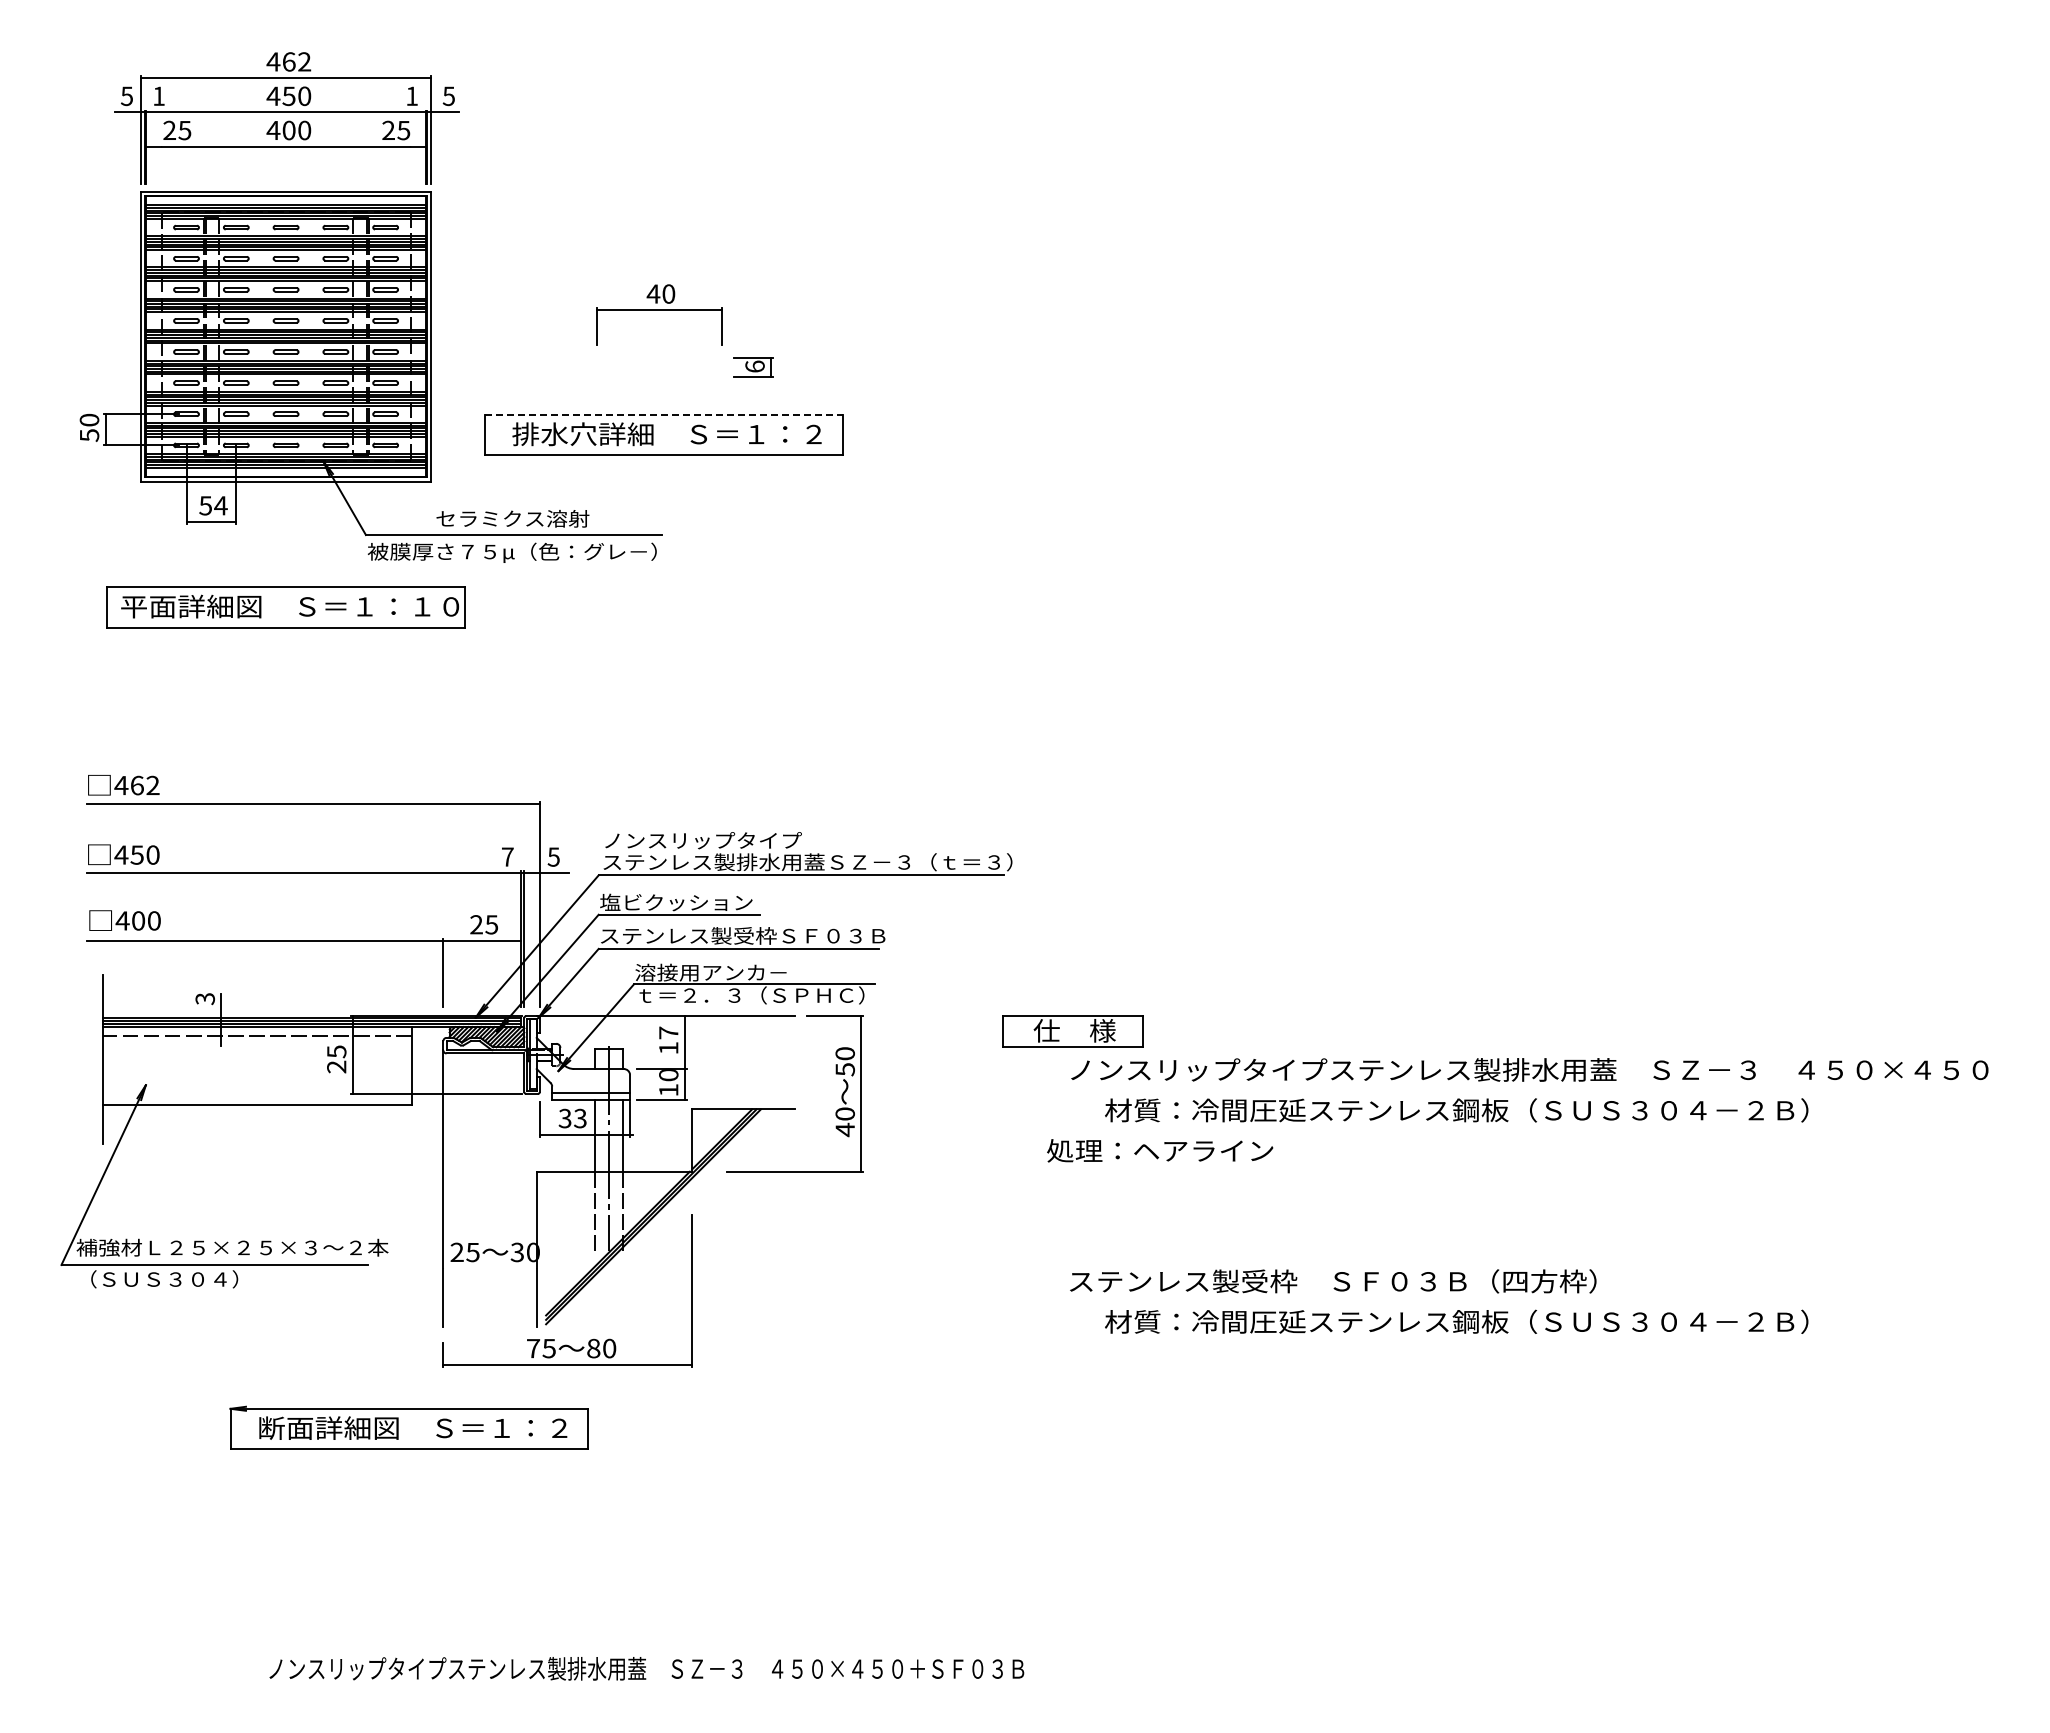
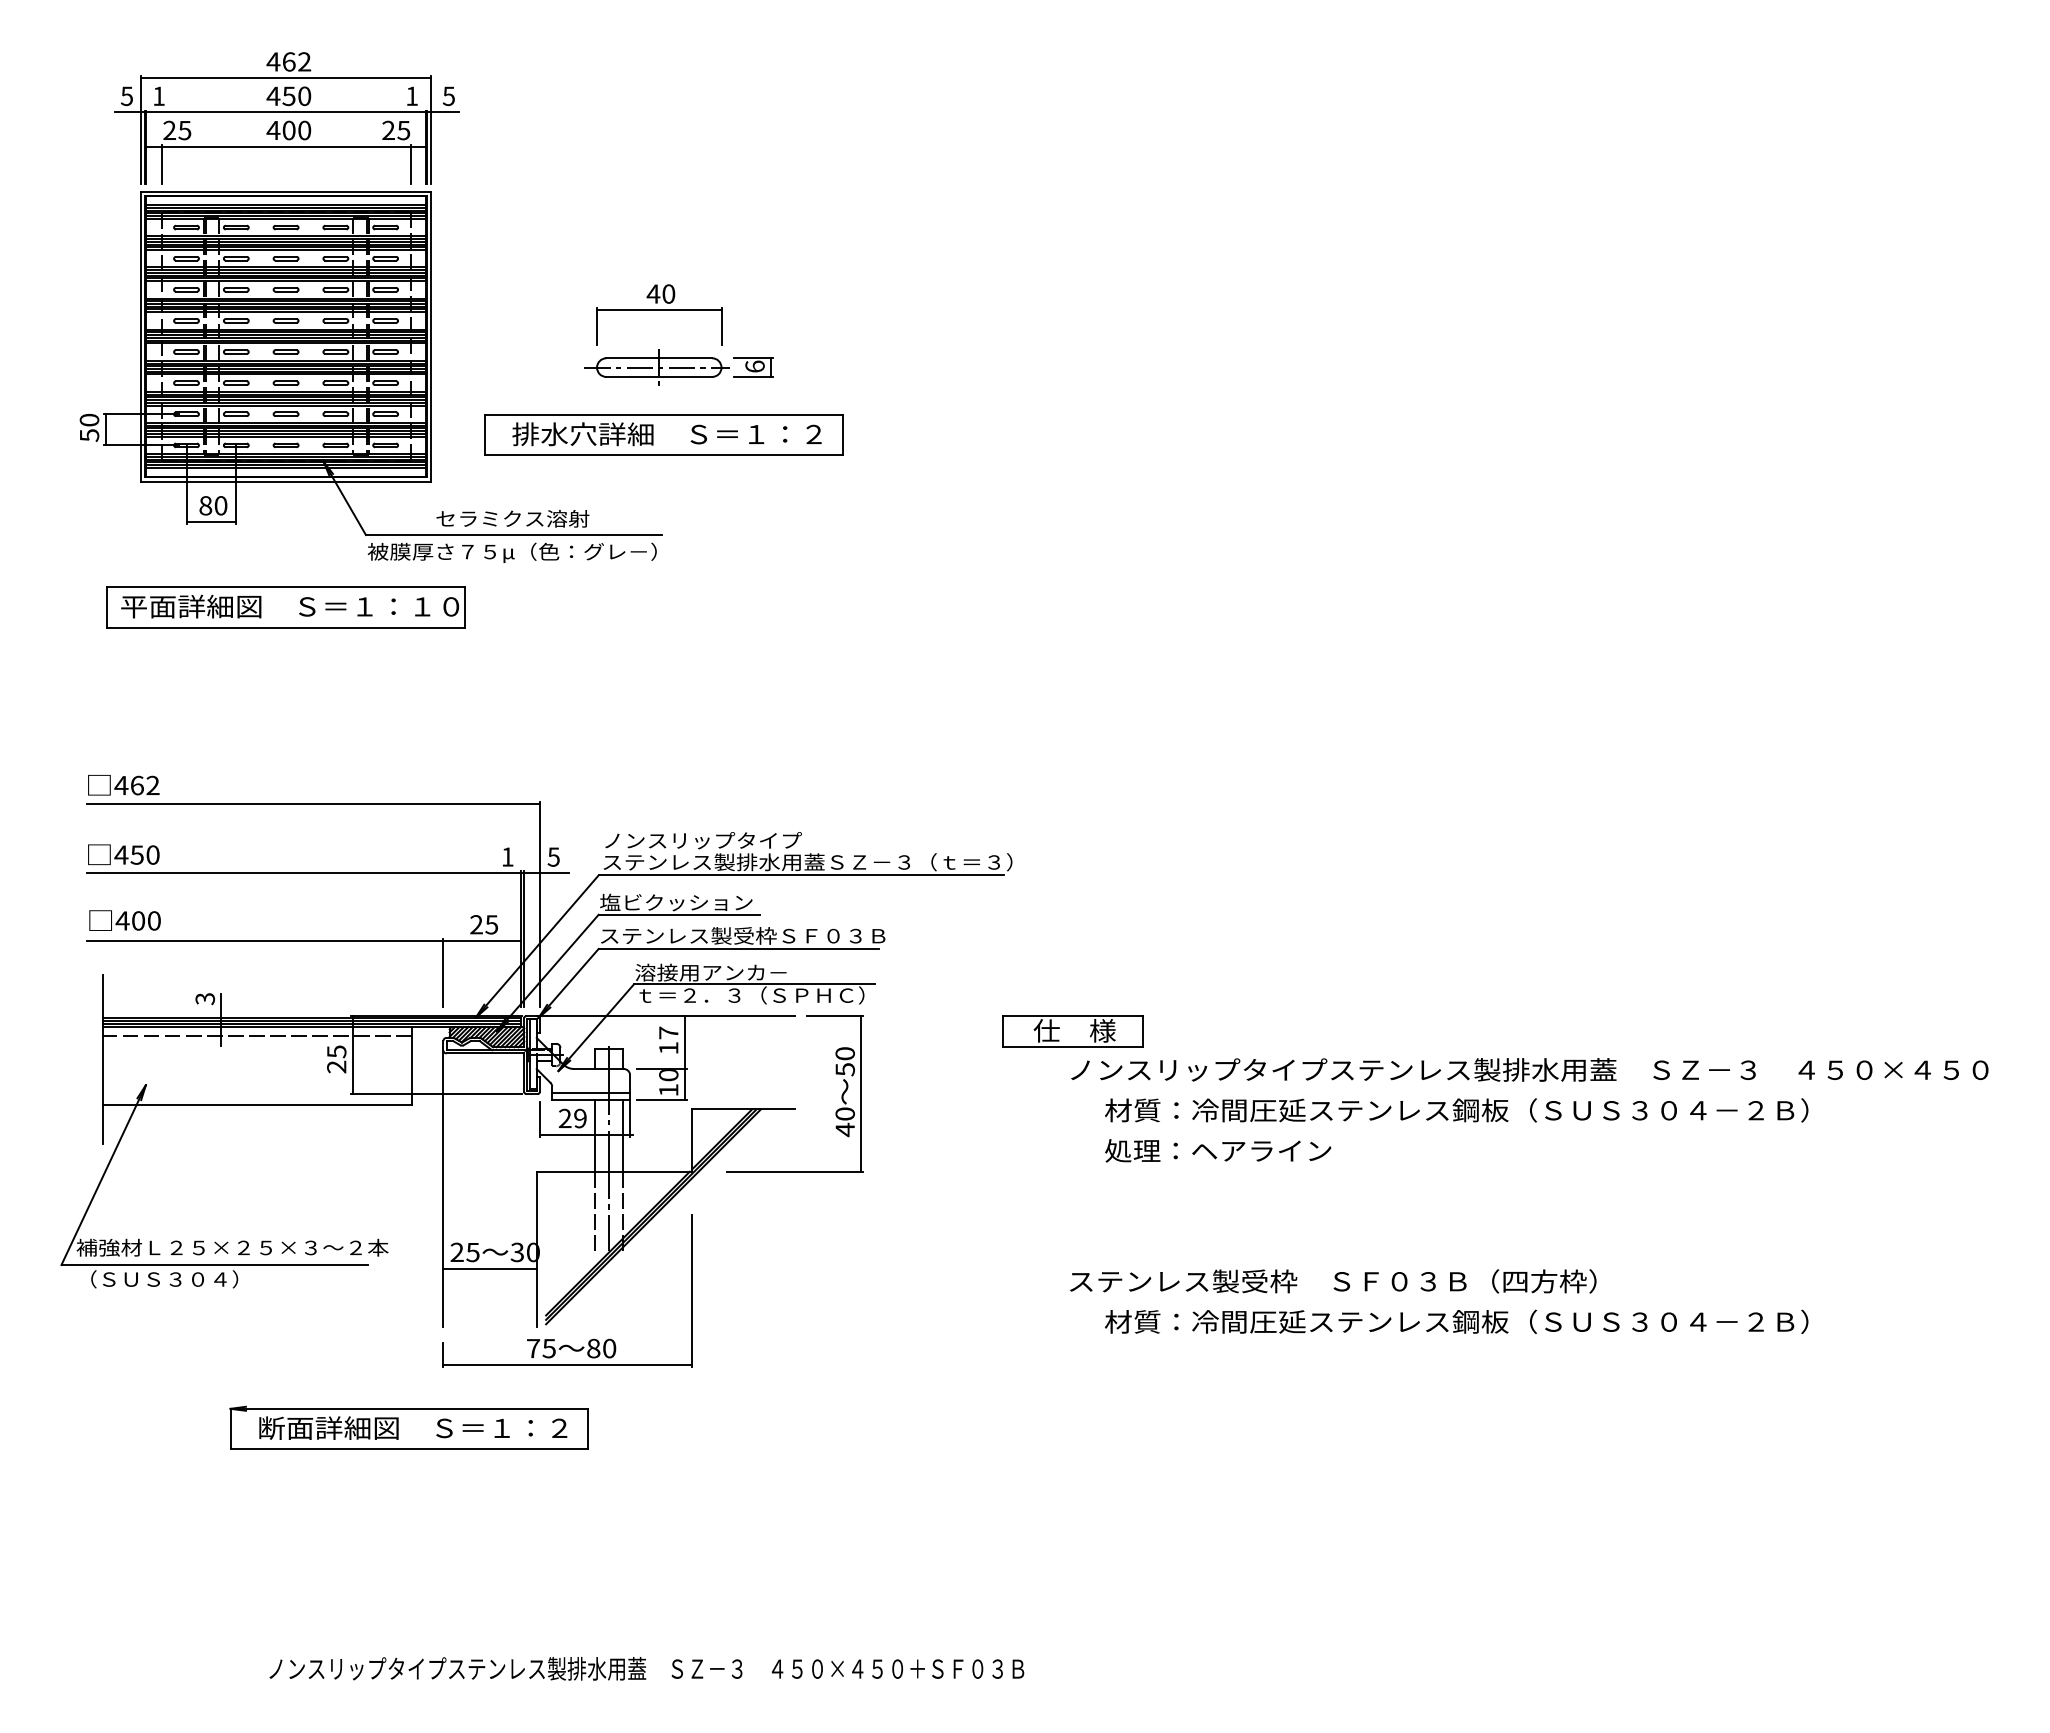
line at (161, 164): none -> present
line at (410, 164): none -> present
part at (656, 367): none -> present
line at (663, 414): dashed -> solid
text at (213, 505): 54 -> 80
text at (507, 856): 7 -> 1
text at (572, 1118): 33 -> 29
text at (1160, 1150) position: (1160, 1150) -> (1218, 1150)
line at (489, 1268): none -> present
